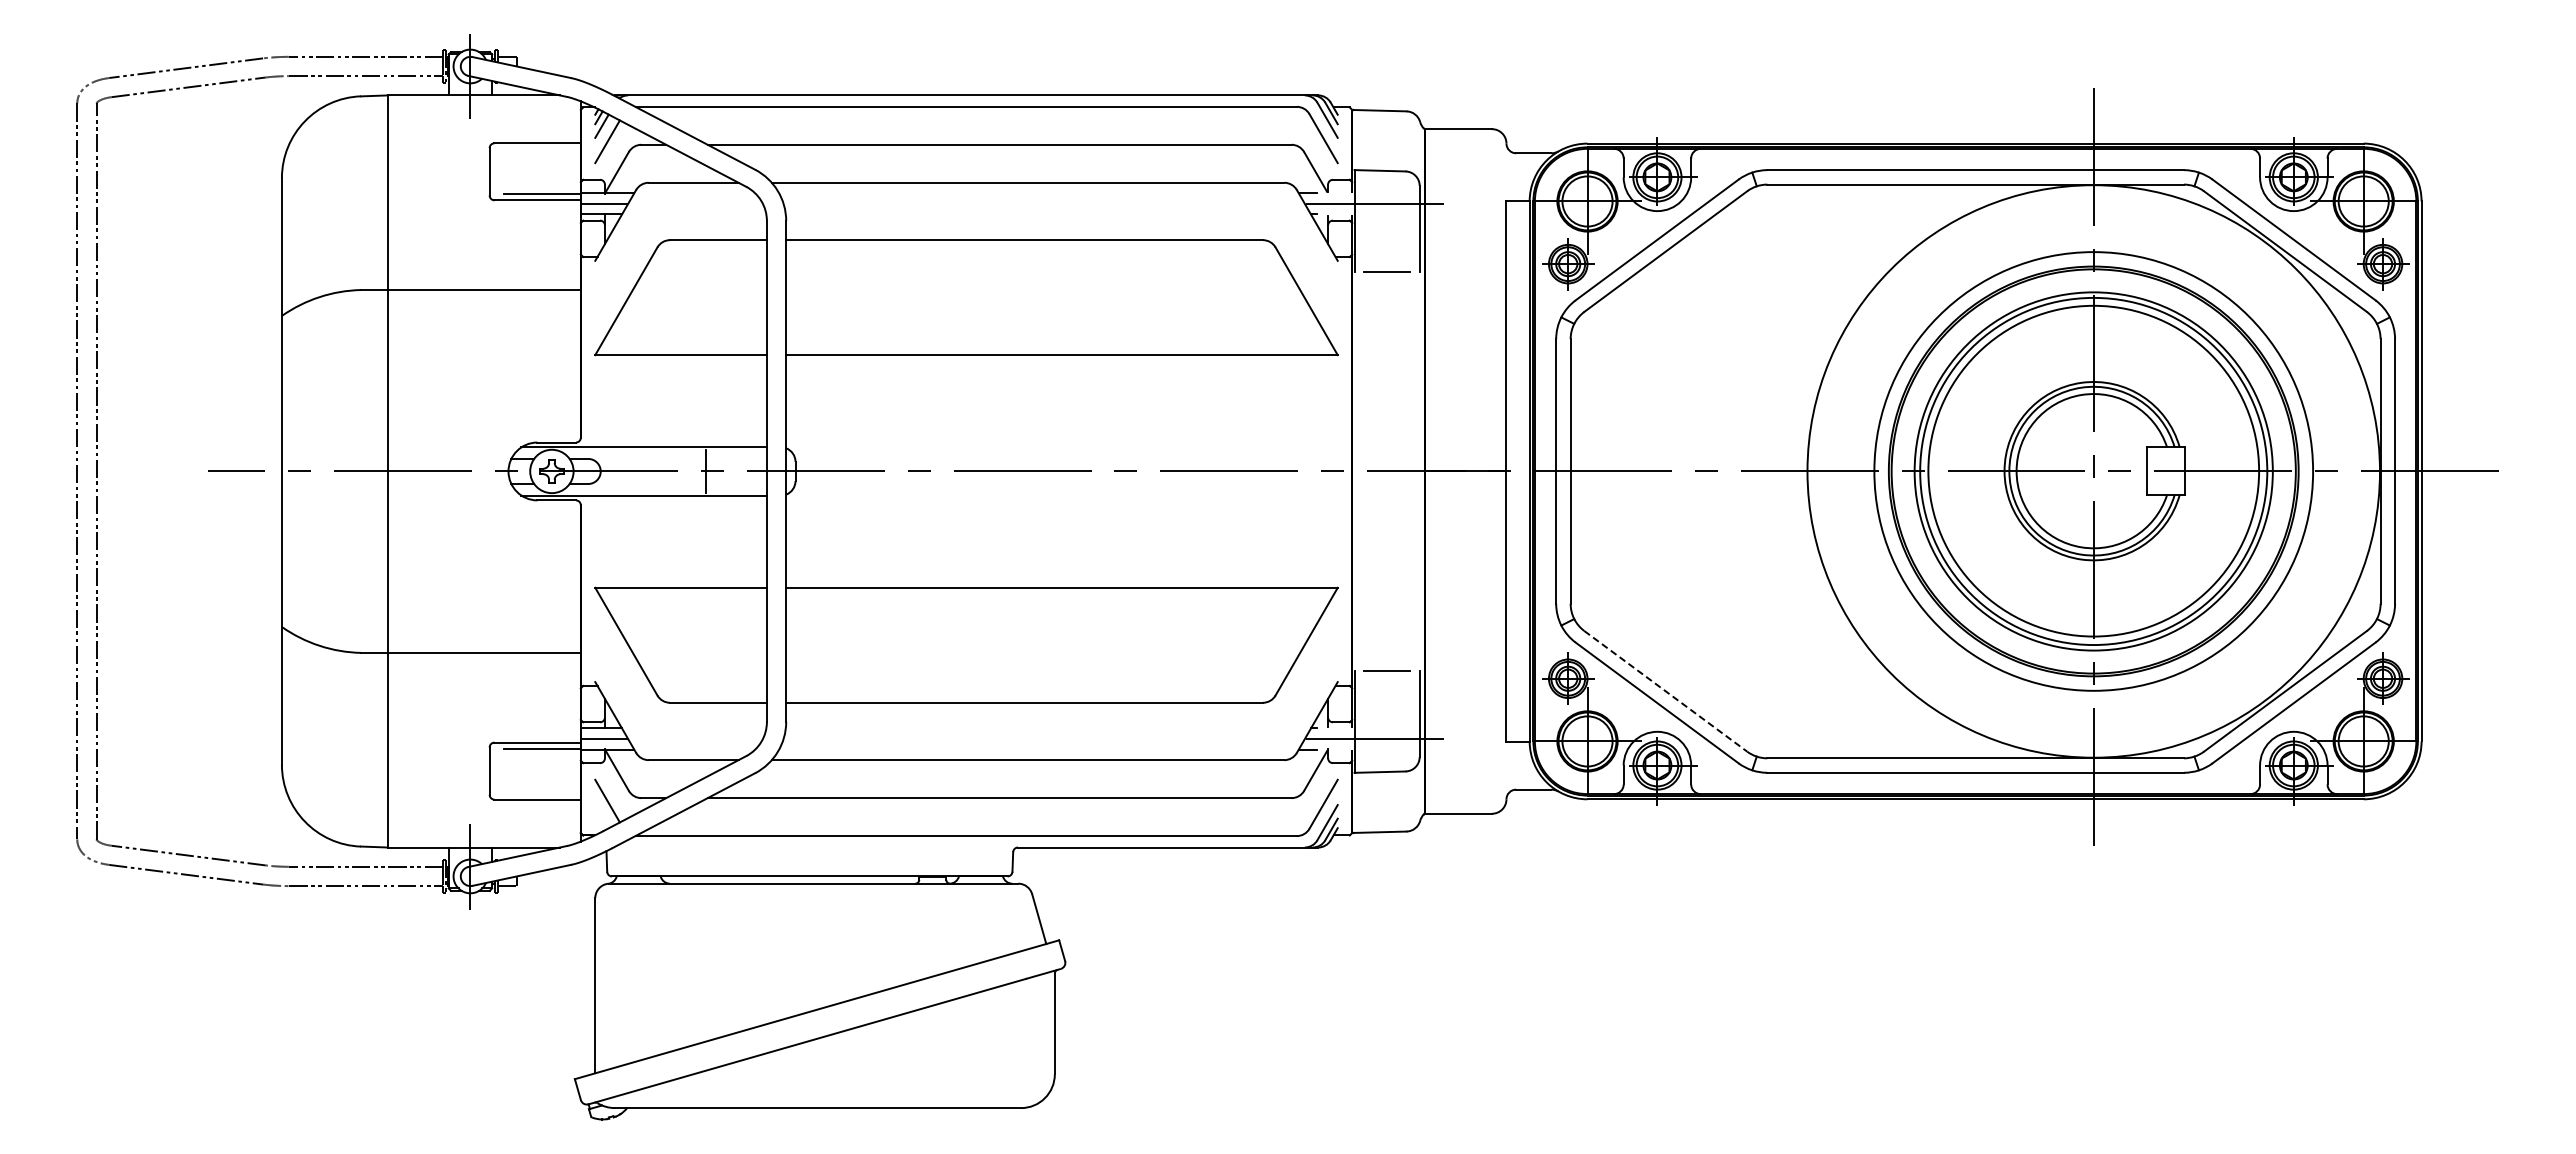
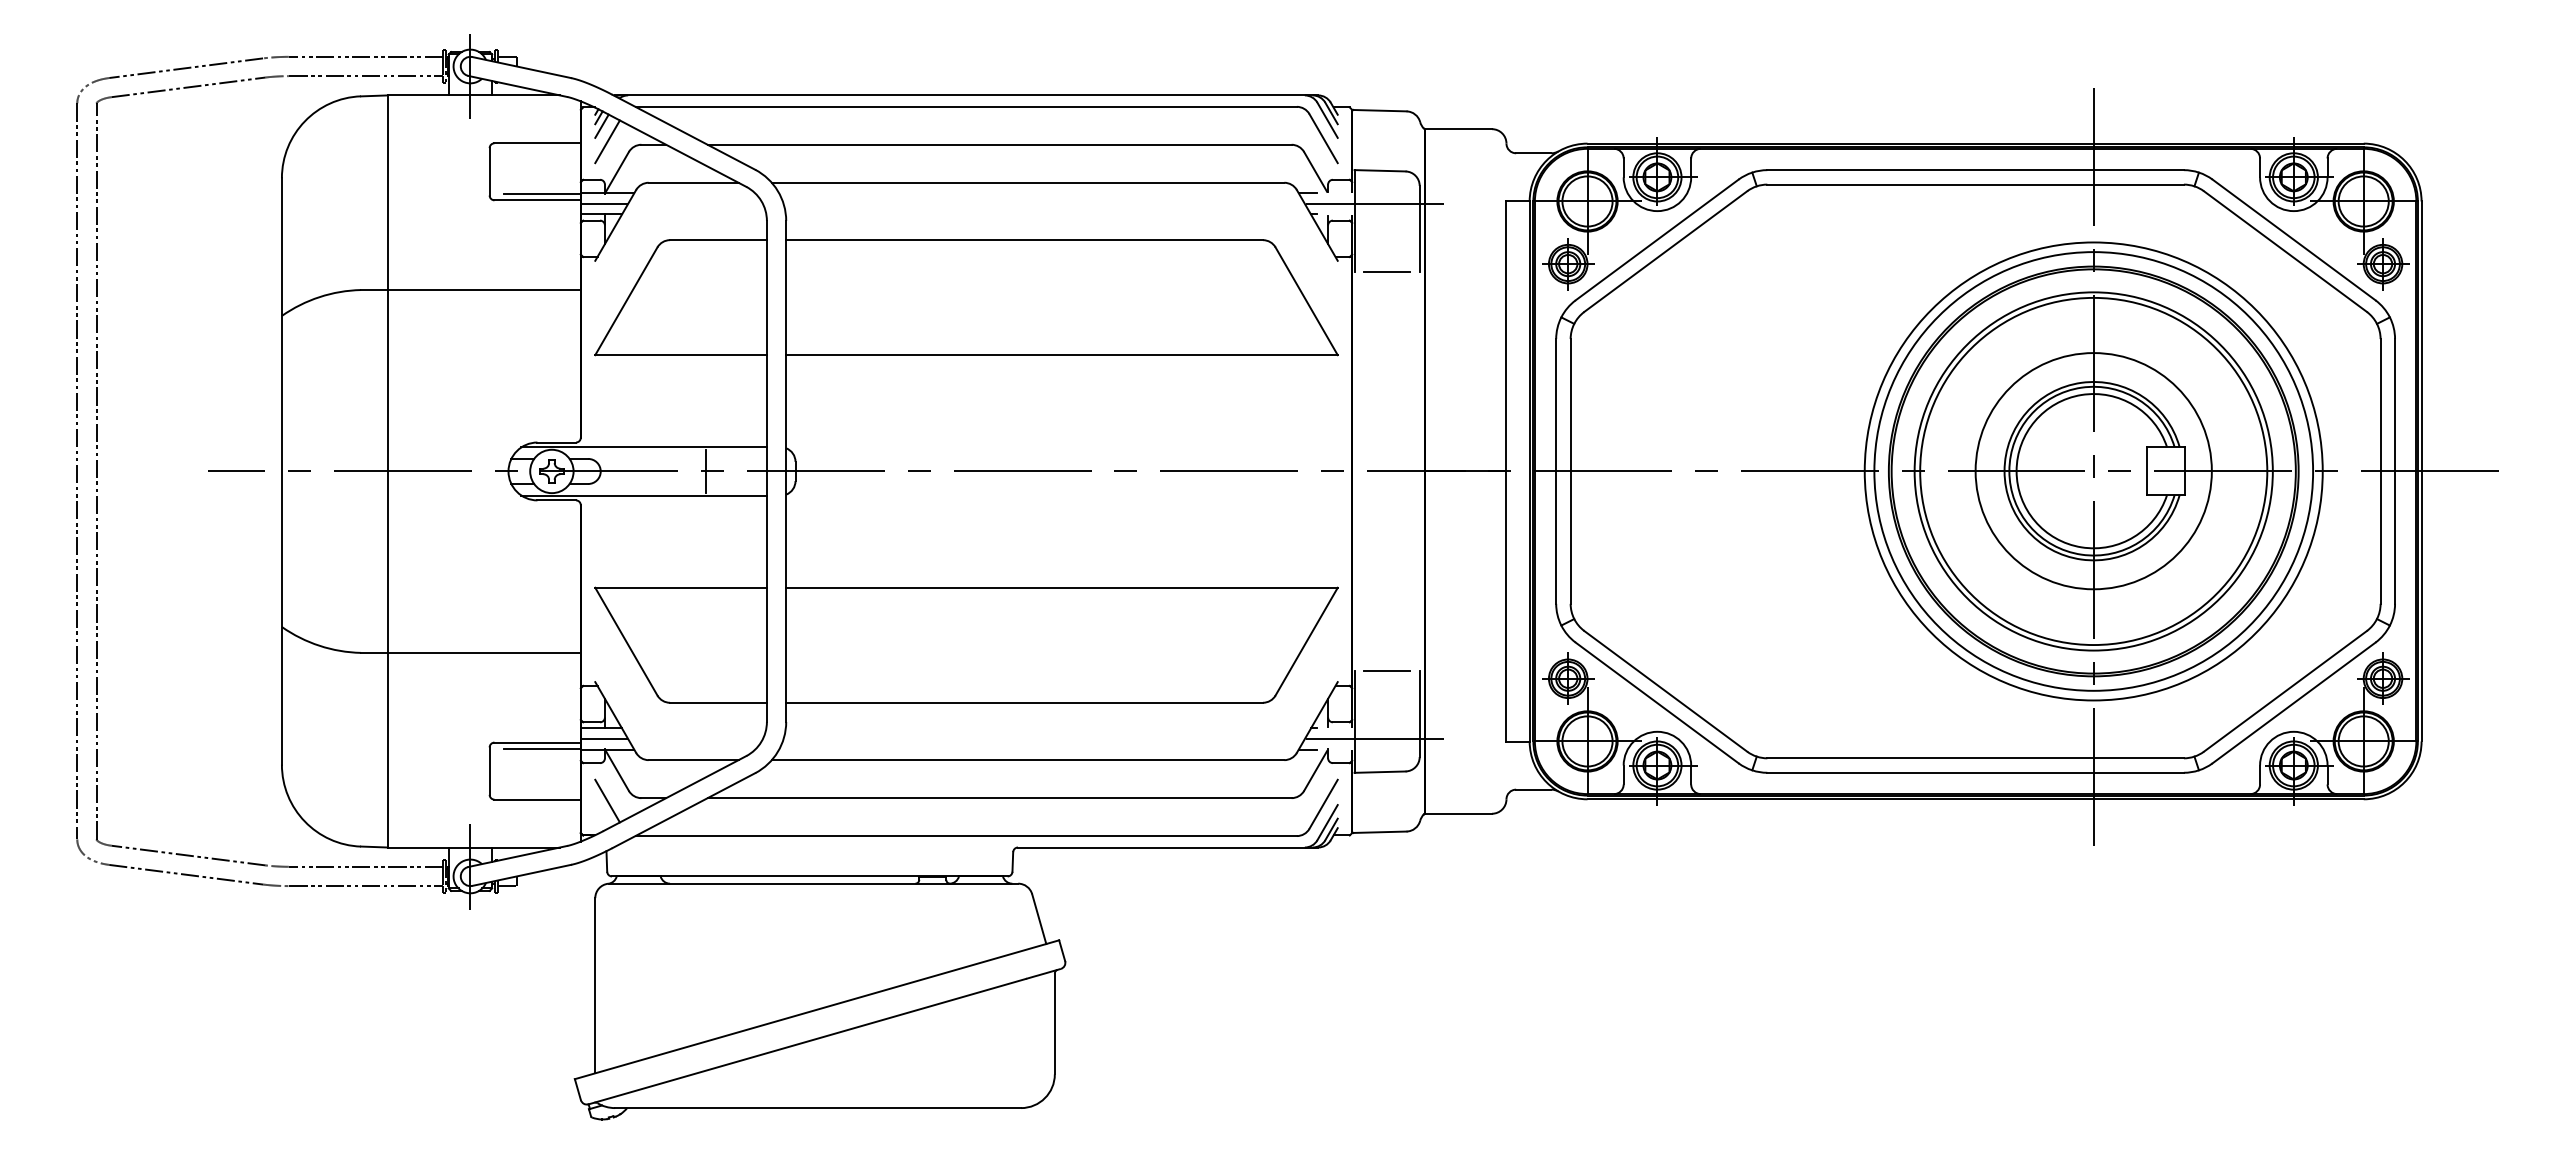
circle at (2093, 470) diameter: 331 px -> 236 px
circle at (2093, 471) diameter: 573 px -> 458 px
line at (1666, 691): dashed -> solid
